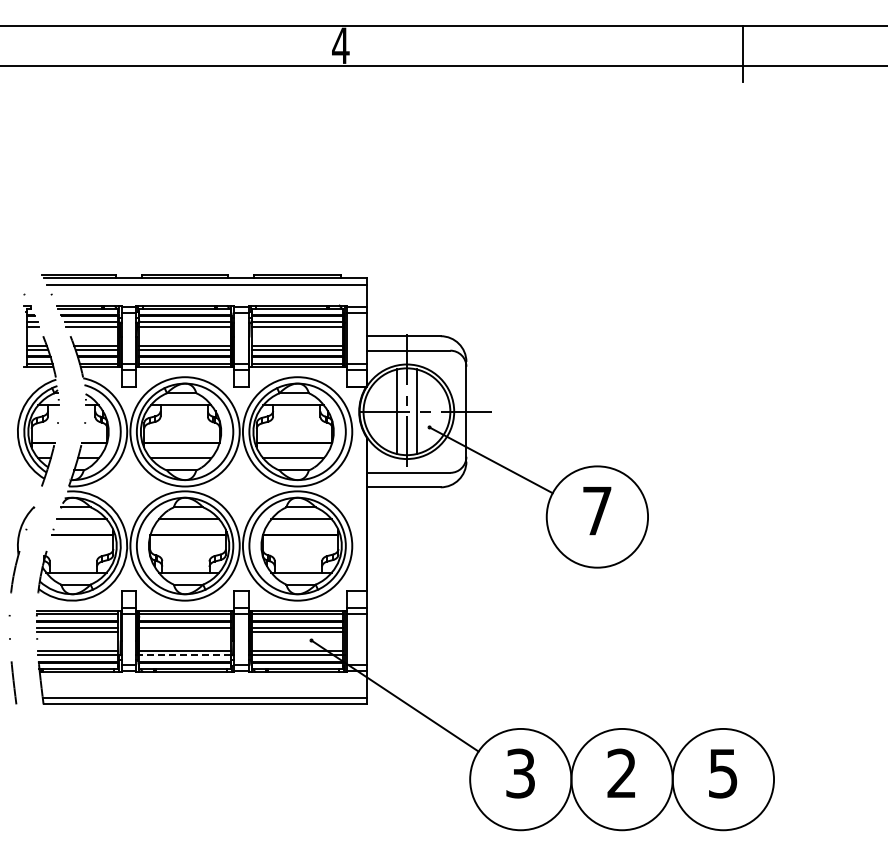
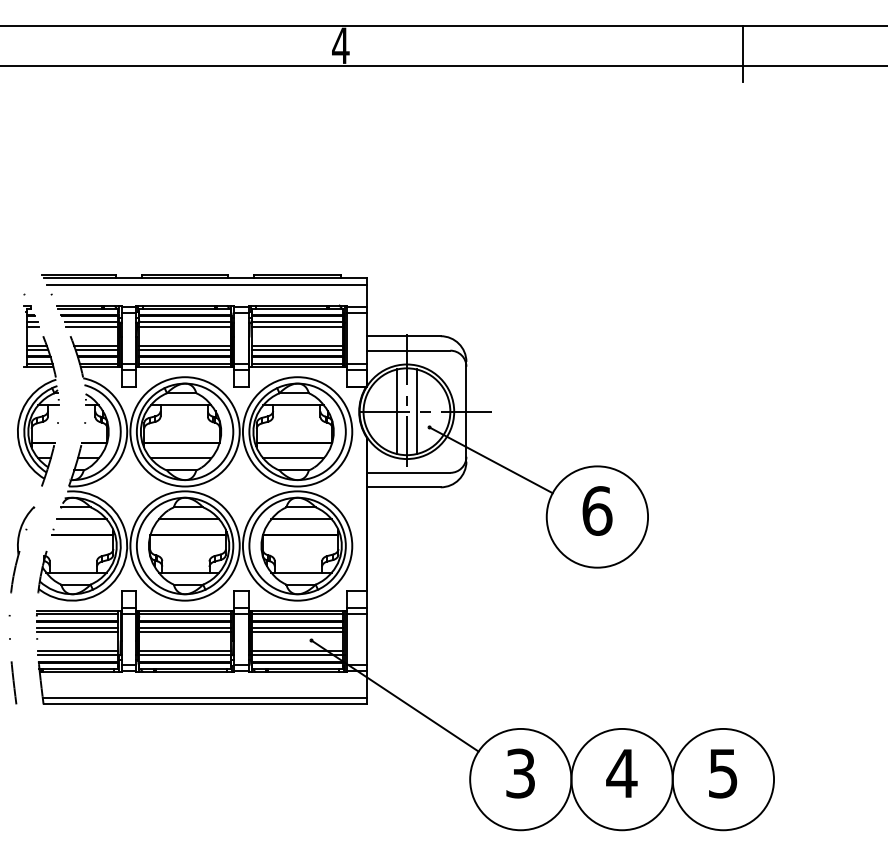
text at (597, 510): 7 -> 6
line at (184, 632): none -> present
line at (185, 655): dashed -> solid
text at (621, 772): 2 -> 4
